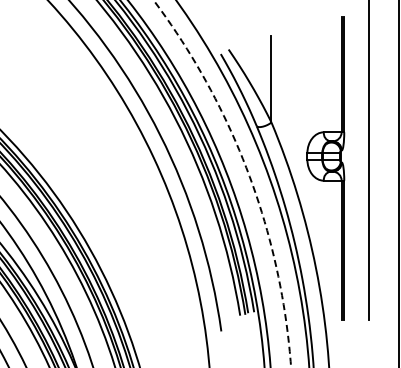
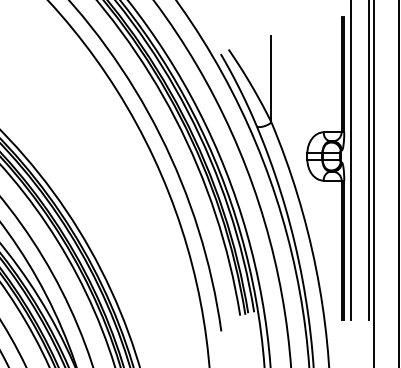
line at (350, 161): none -> present
arc at (247, 171): dashed -> solid
line at (374, 183): none -> present
